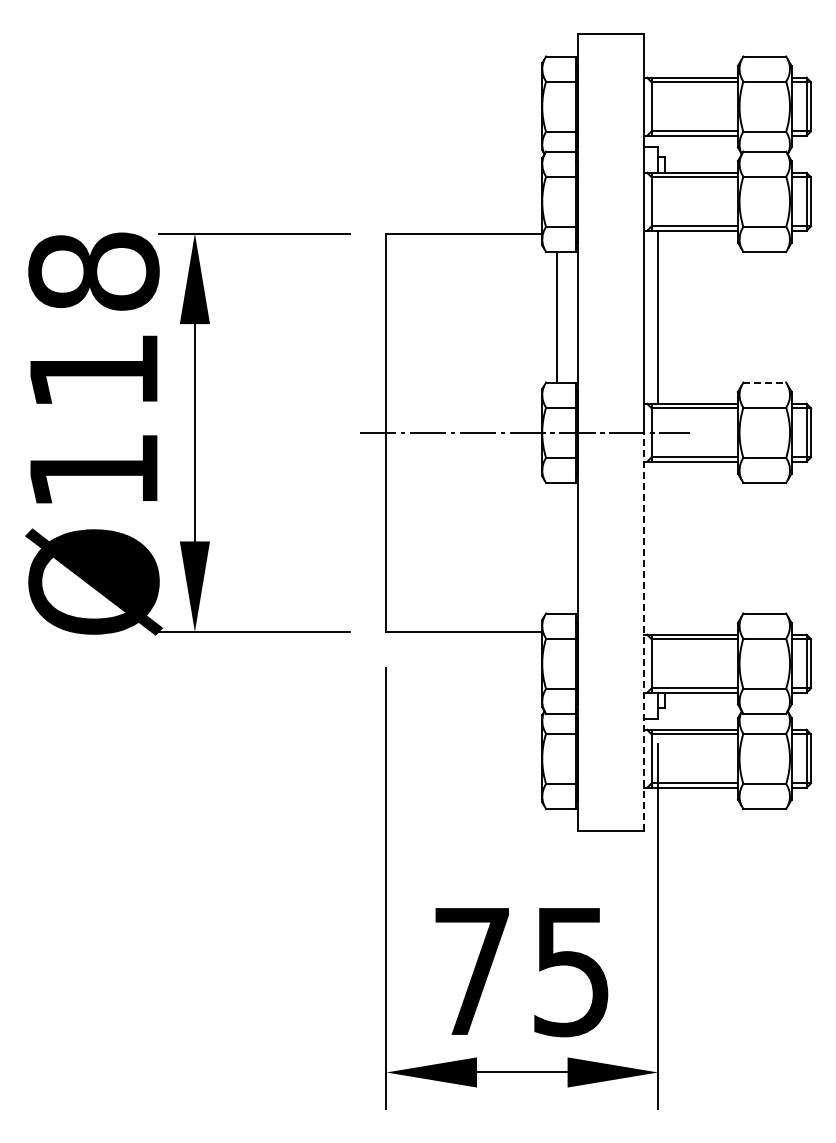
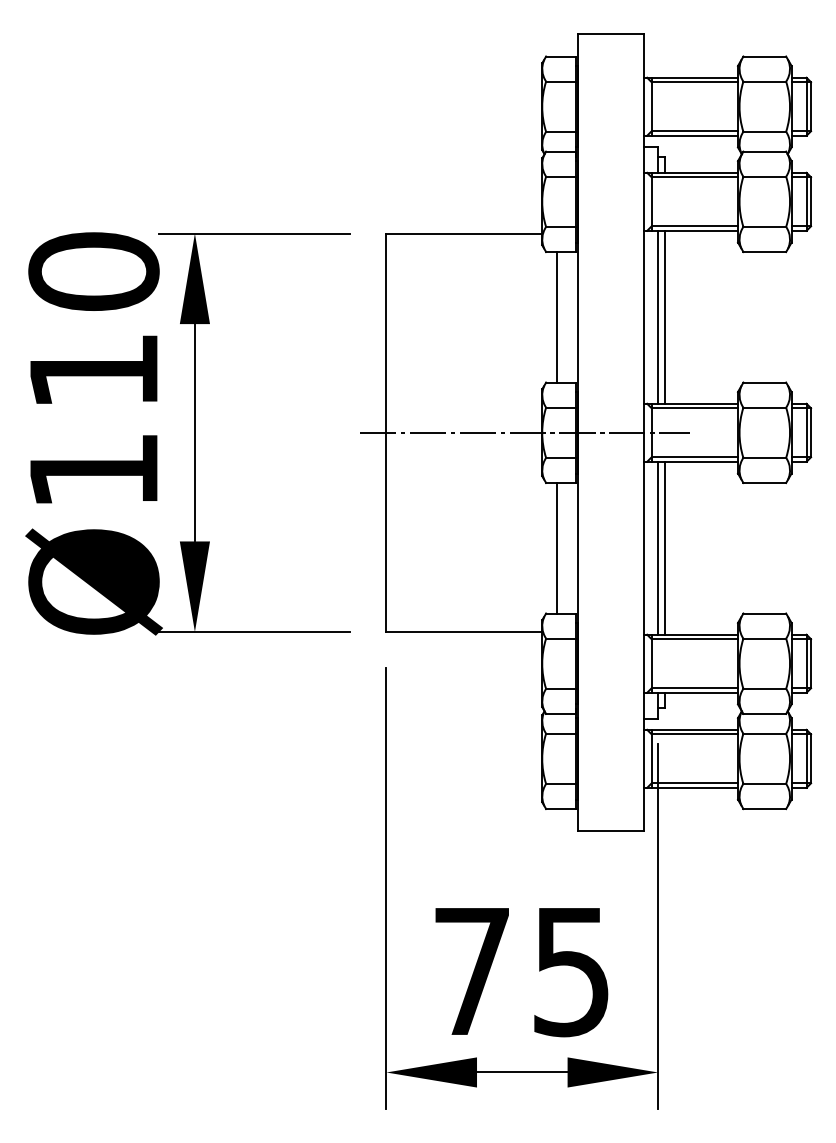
text at (93, 271): Ø118 -> Ø110
line at (665, 316): none -> present
line at (765, 382): dashed -> solid
line at (658, 547): none -> present
line at (665, 547): none -> present
line at (556, 548): none -> present
line at (643, 631): dashed -> solid
